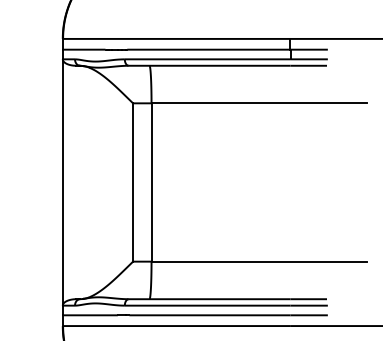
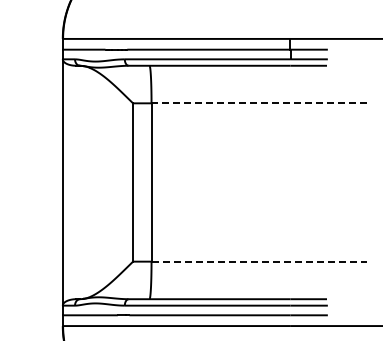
line at (259, 103): solid -> dashed
line at (259, 261): solid -> dashed
